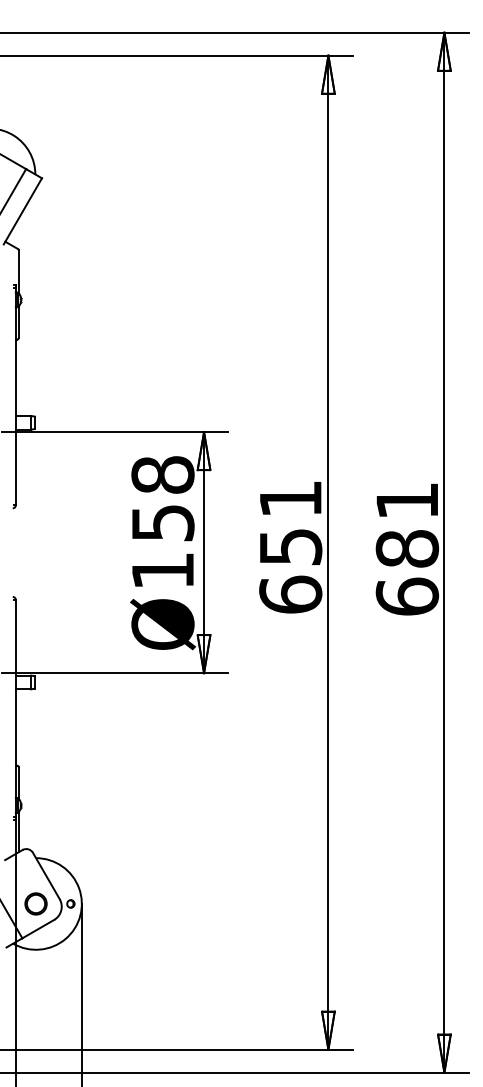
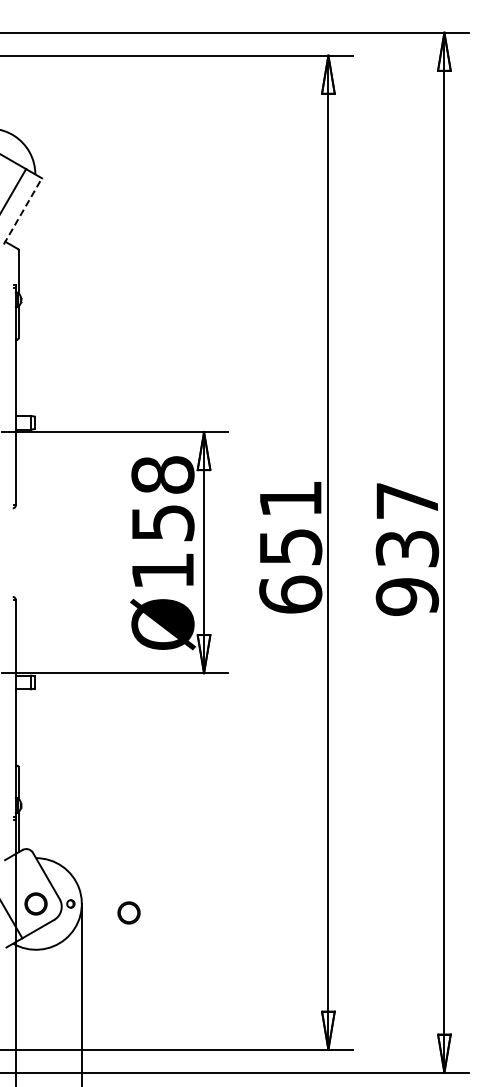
line at (23, 210): solid -> dashed
text at (407, 549): 681 -> 937
circle at (128, 912): none -> present
